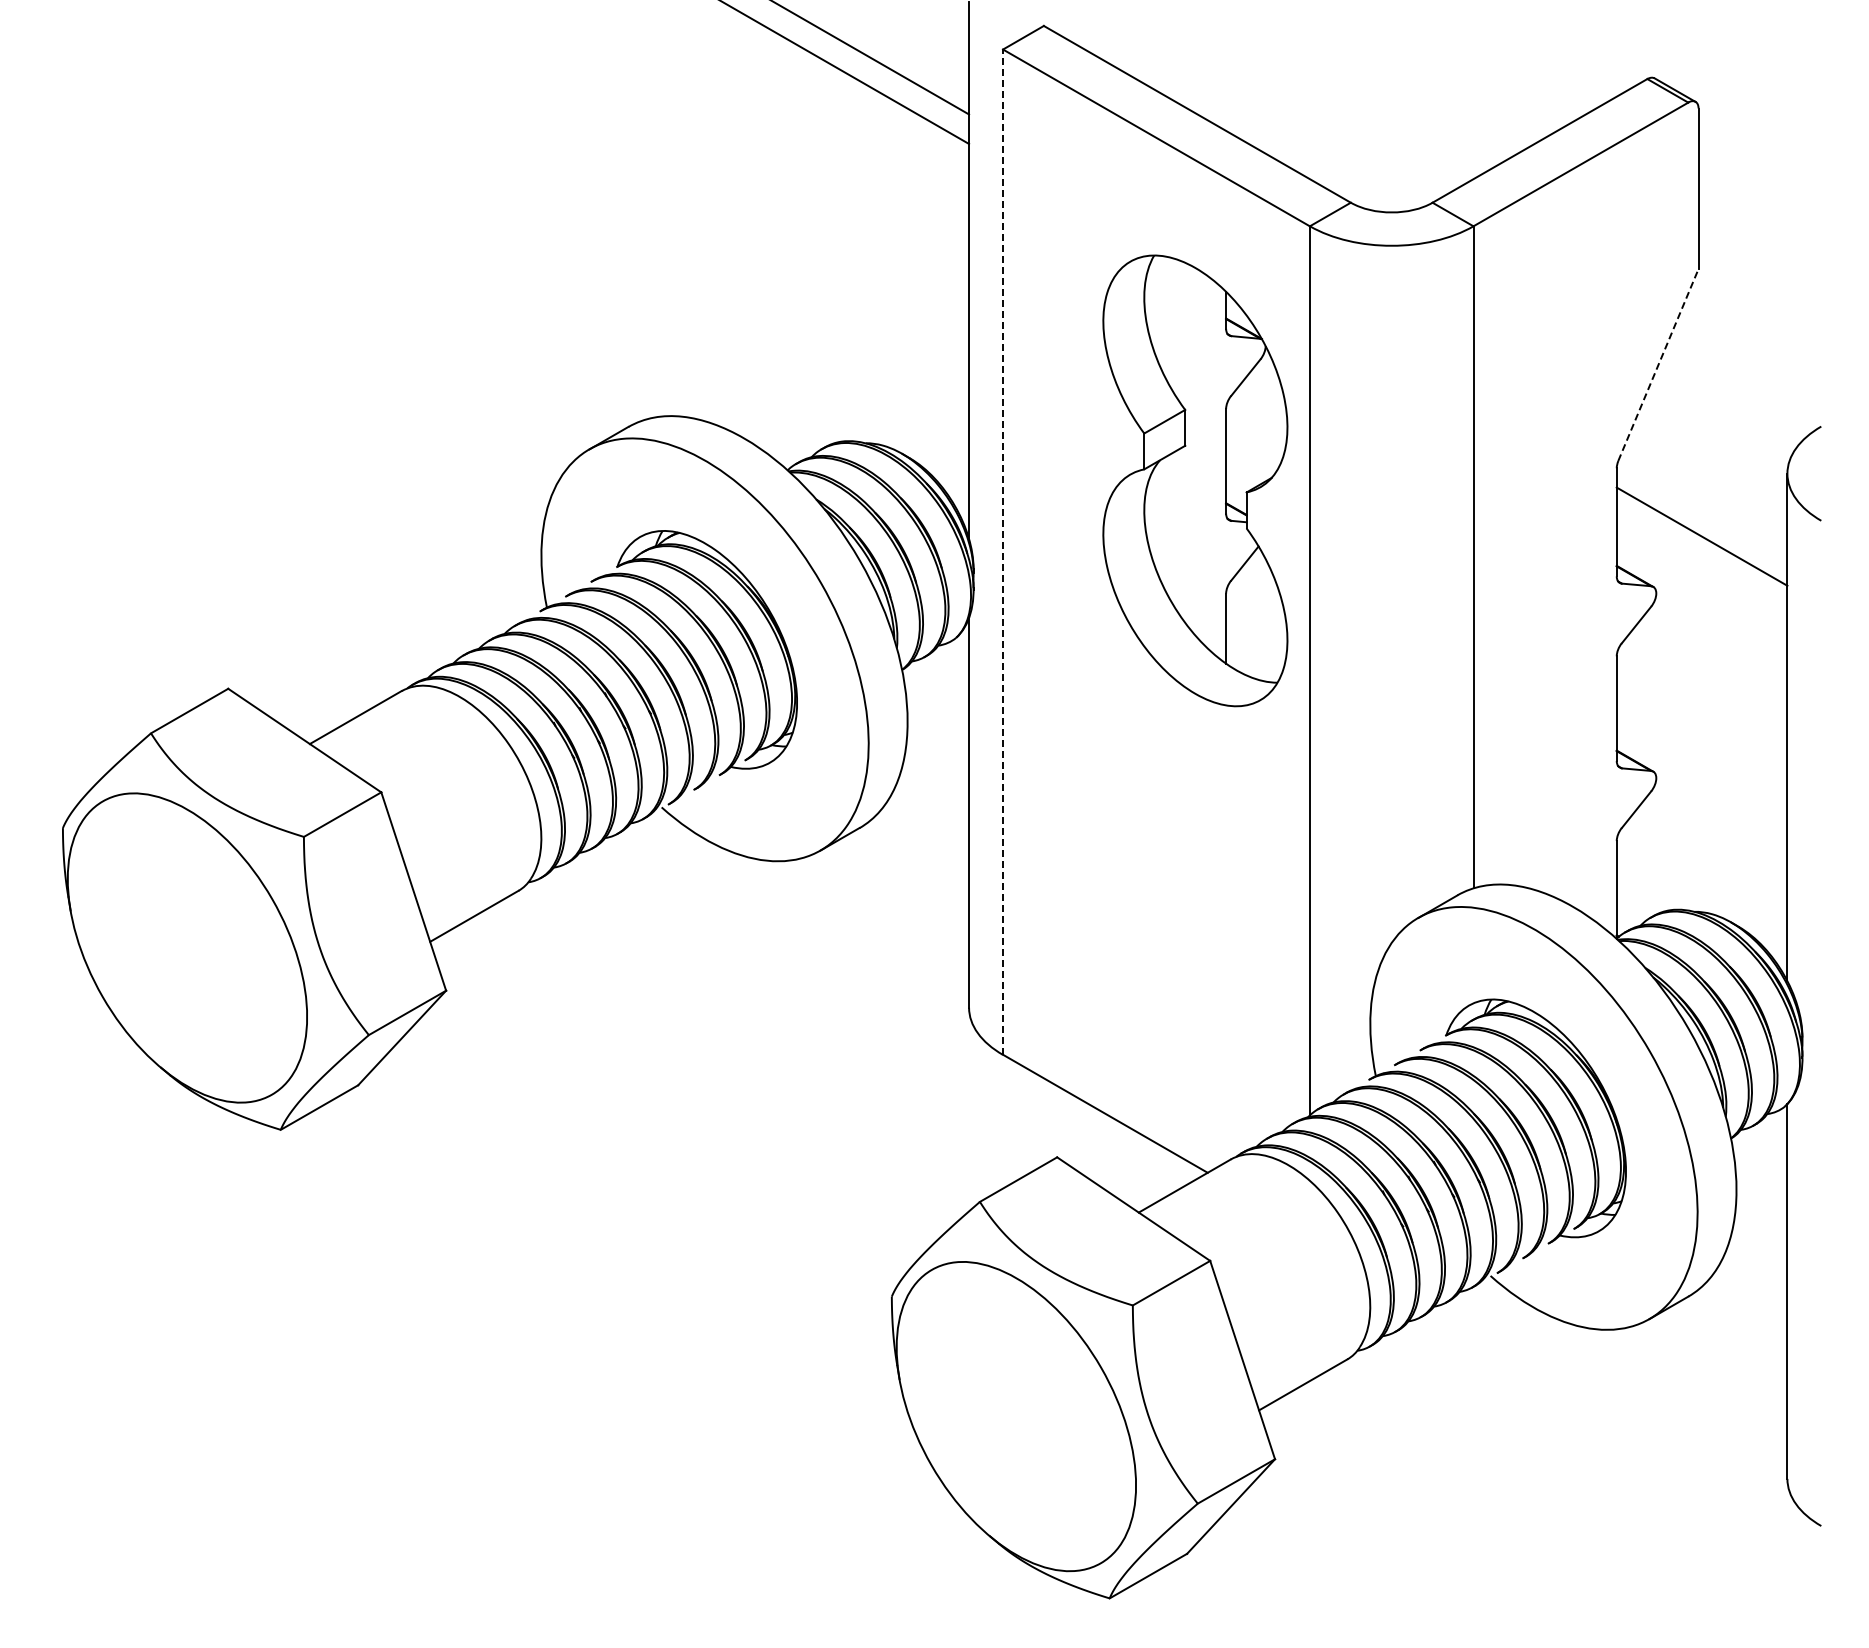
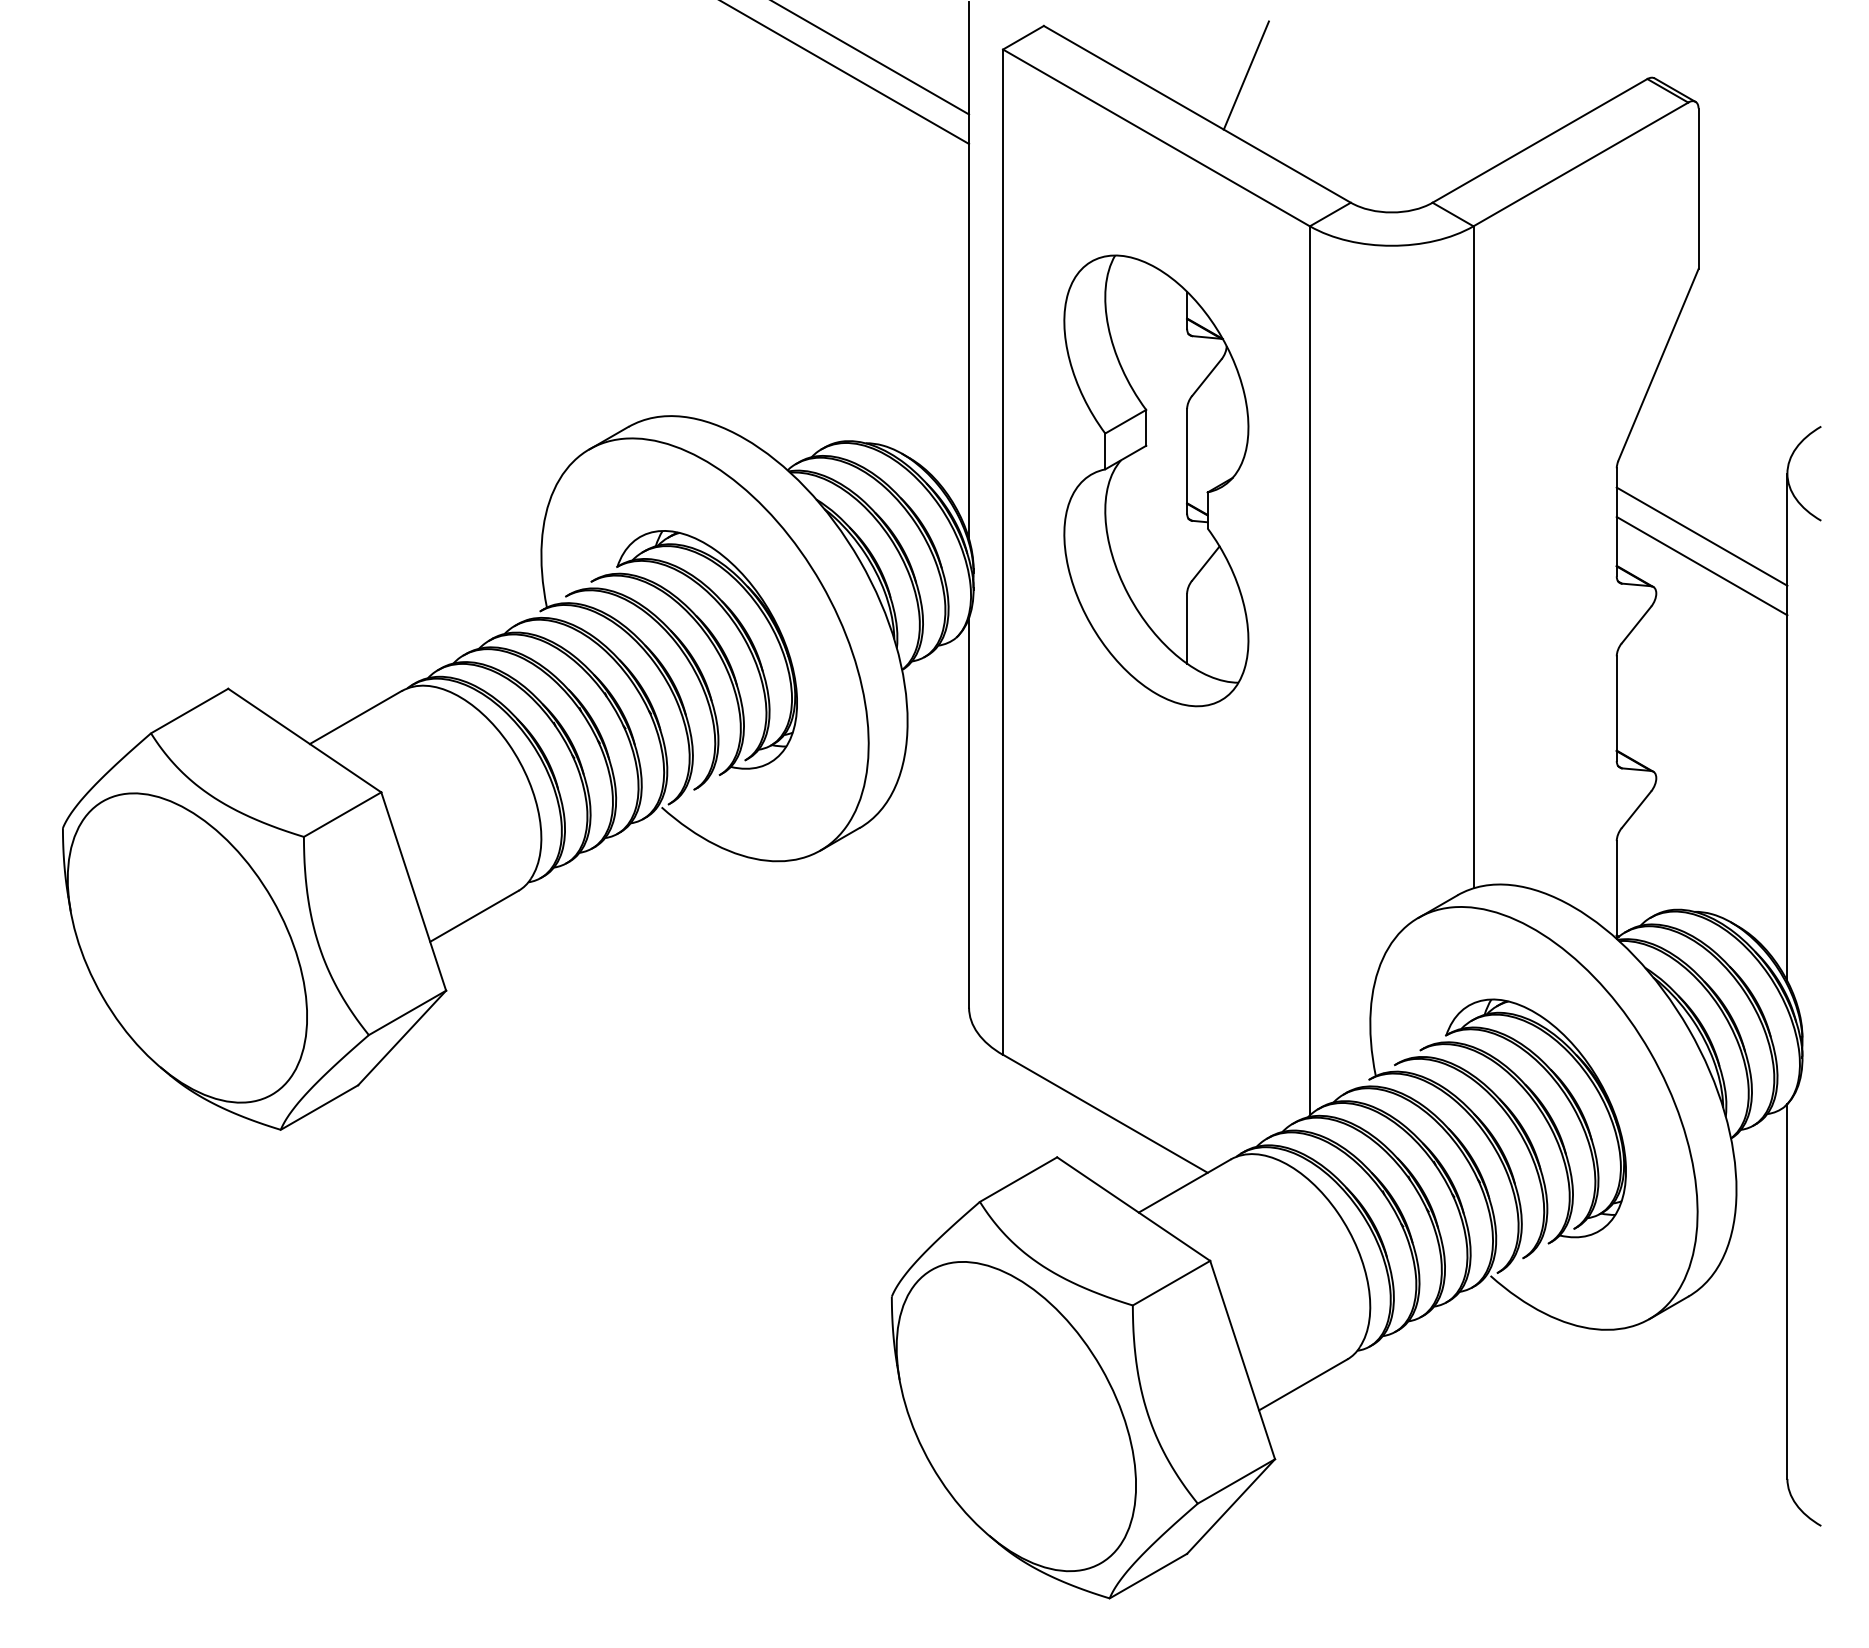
line at (1245, 75): none -> present
line at (1658, 364): dashed -> solid
part at (1195, 480) position: (1195, 480) -> (1156, 480)
line at (1003, 552): dashed -> solid
line at (1701, 565): none -> present
